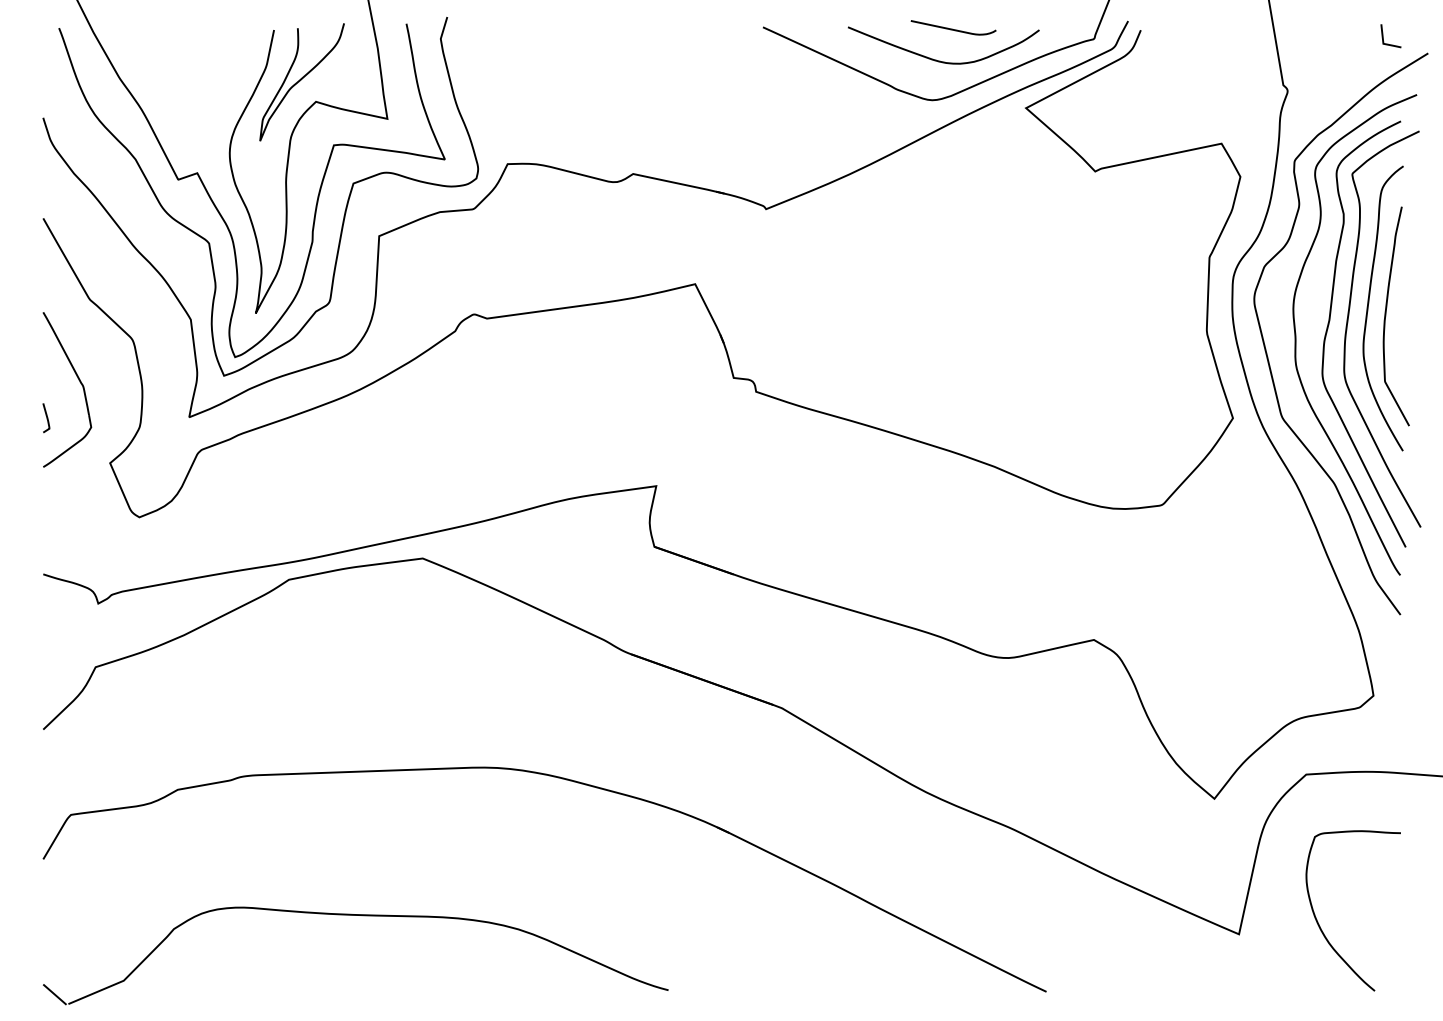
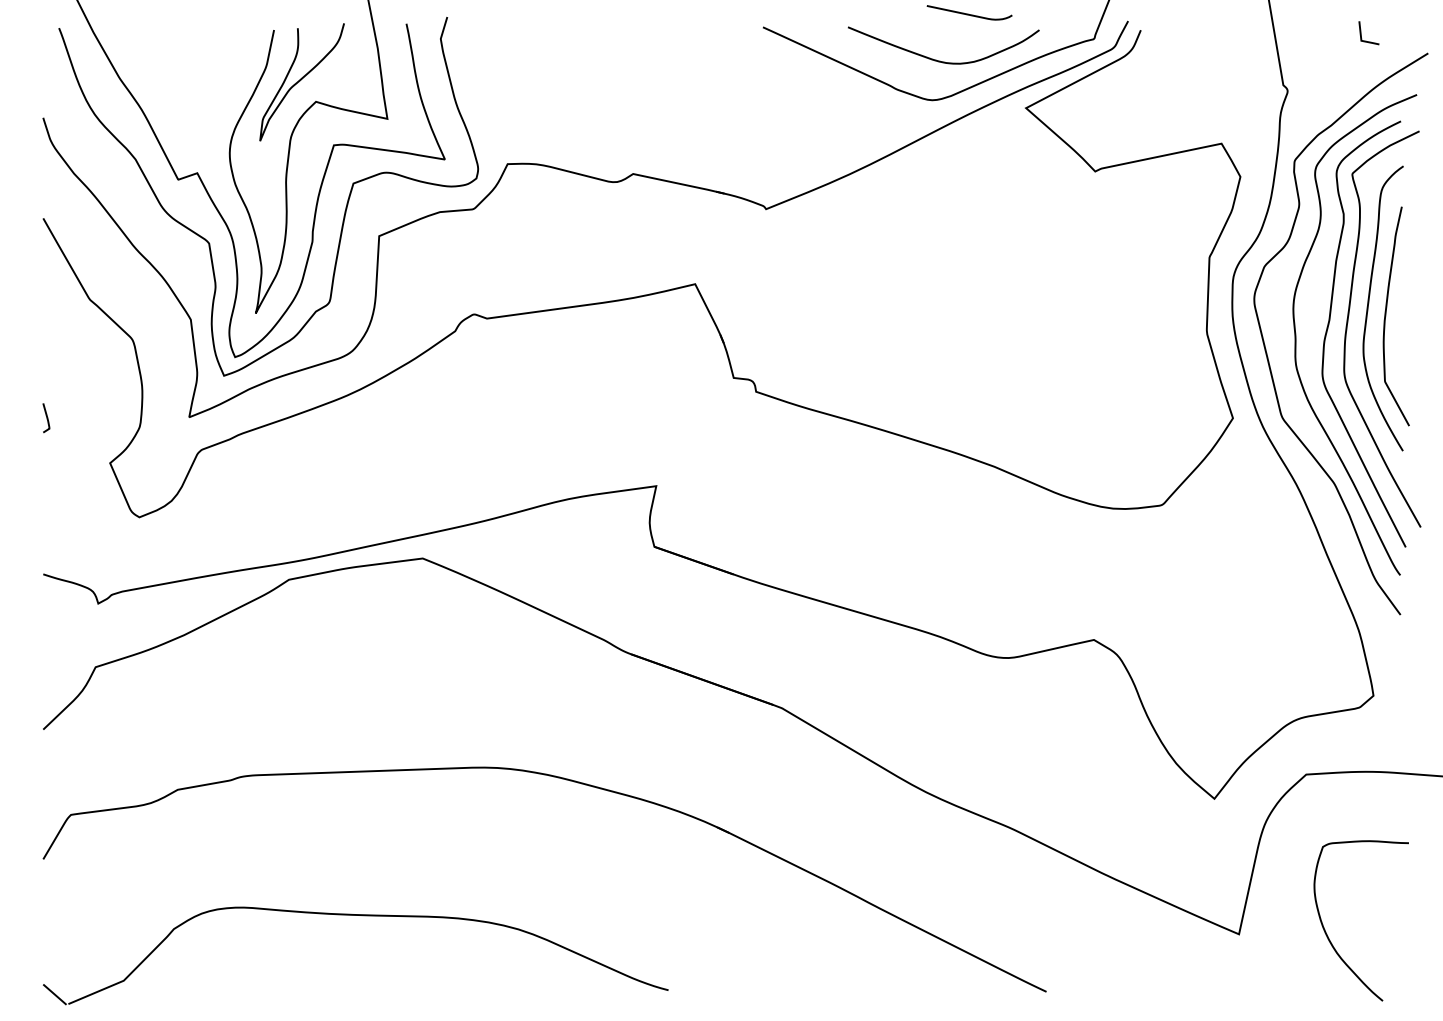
curve at (952, 28) position: (952, 28) -> (968, 13)
curve at (1383, 36) position: (1383, 36) -> (1361, 33)
part at (79, 382): present -> none
curve at (1320, 926) position: (1320, 926) -> (1328, 936)
